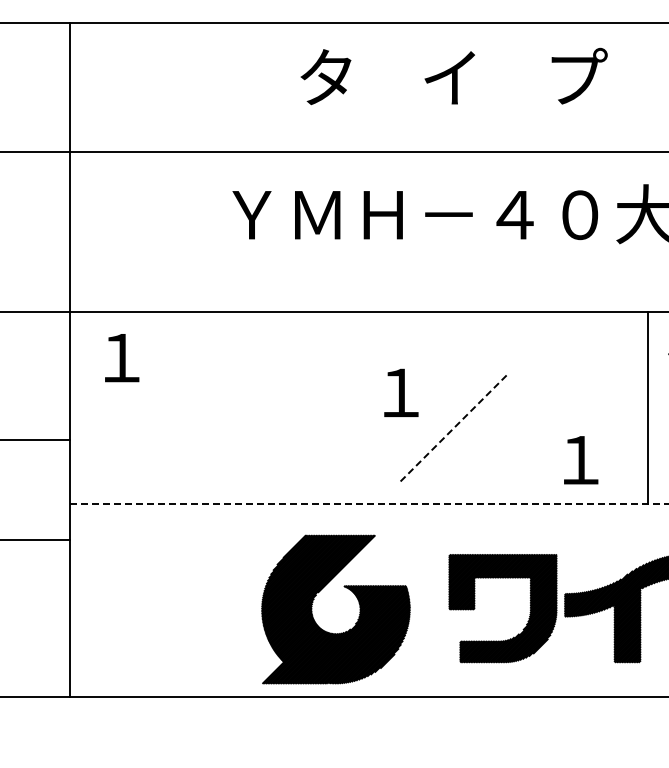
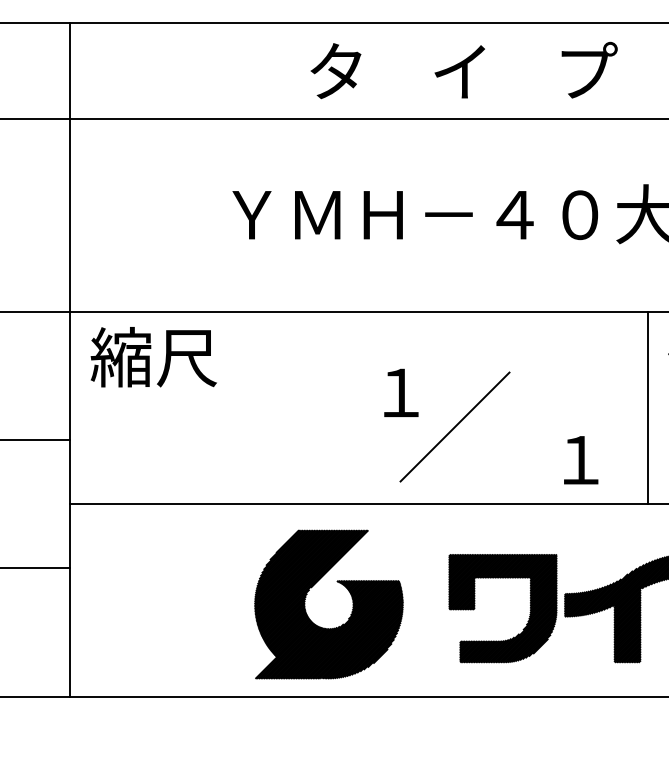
text at (453, 76) position: (453, 76) -> (463, 70)
line at (333, 152) position: (333, 152) -> (333, 119)
text at (153, 357): １ -> 縮尺
line at (455, 427): dashed -> solid
line at (369, 504): dashed -> solid
line at (36, 540) position: (36, 540) -> (36, 568)
part at (313, 615) position: (313, 615) -> (306, 610)
